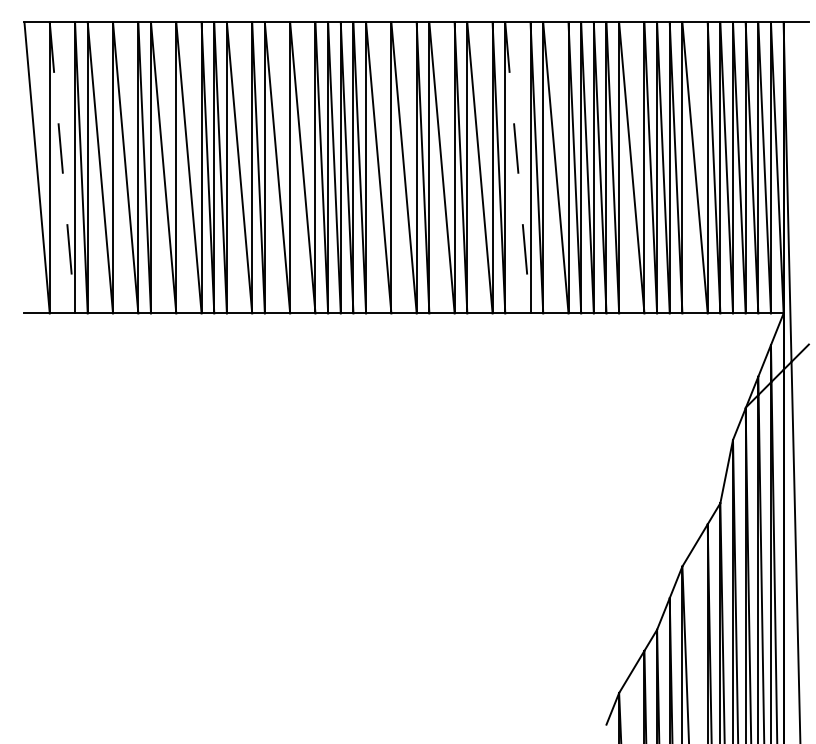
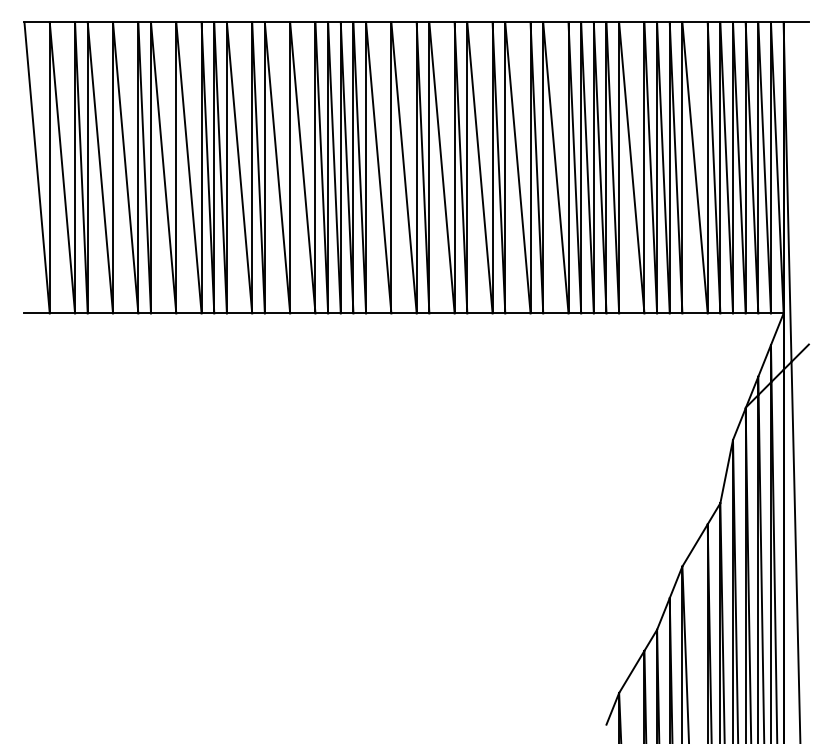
line at (62, 168): dashed -> solid
line at (517, 168): dashed -> solid
